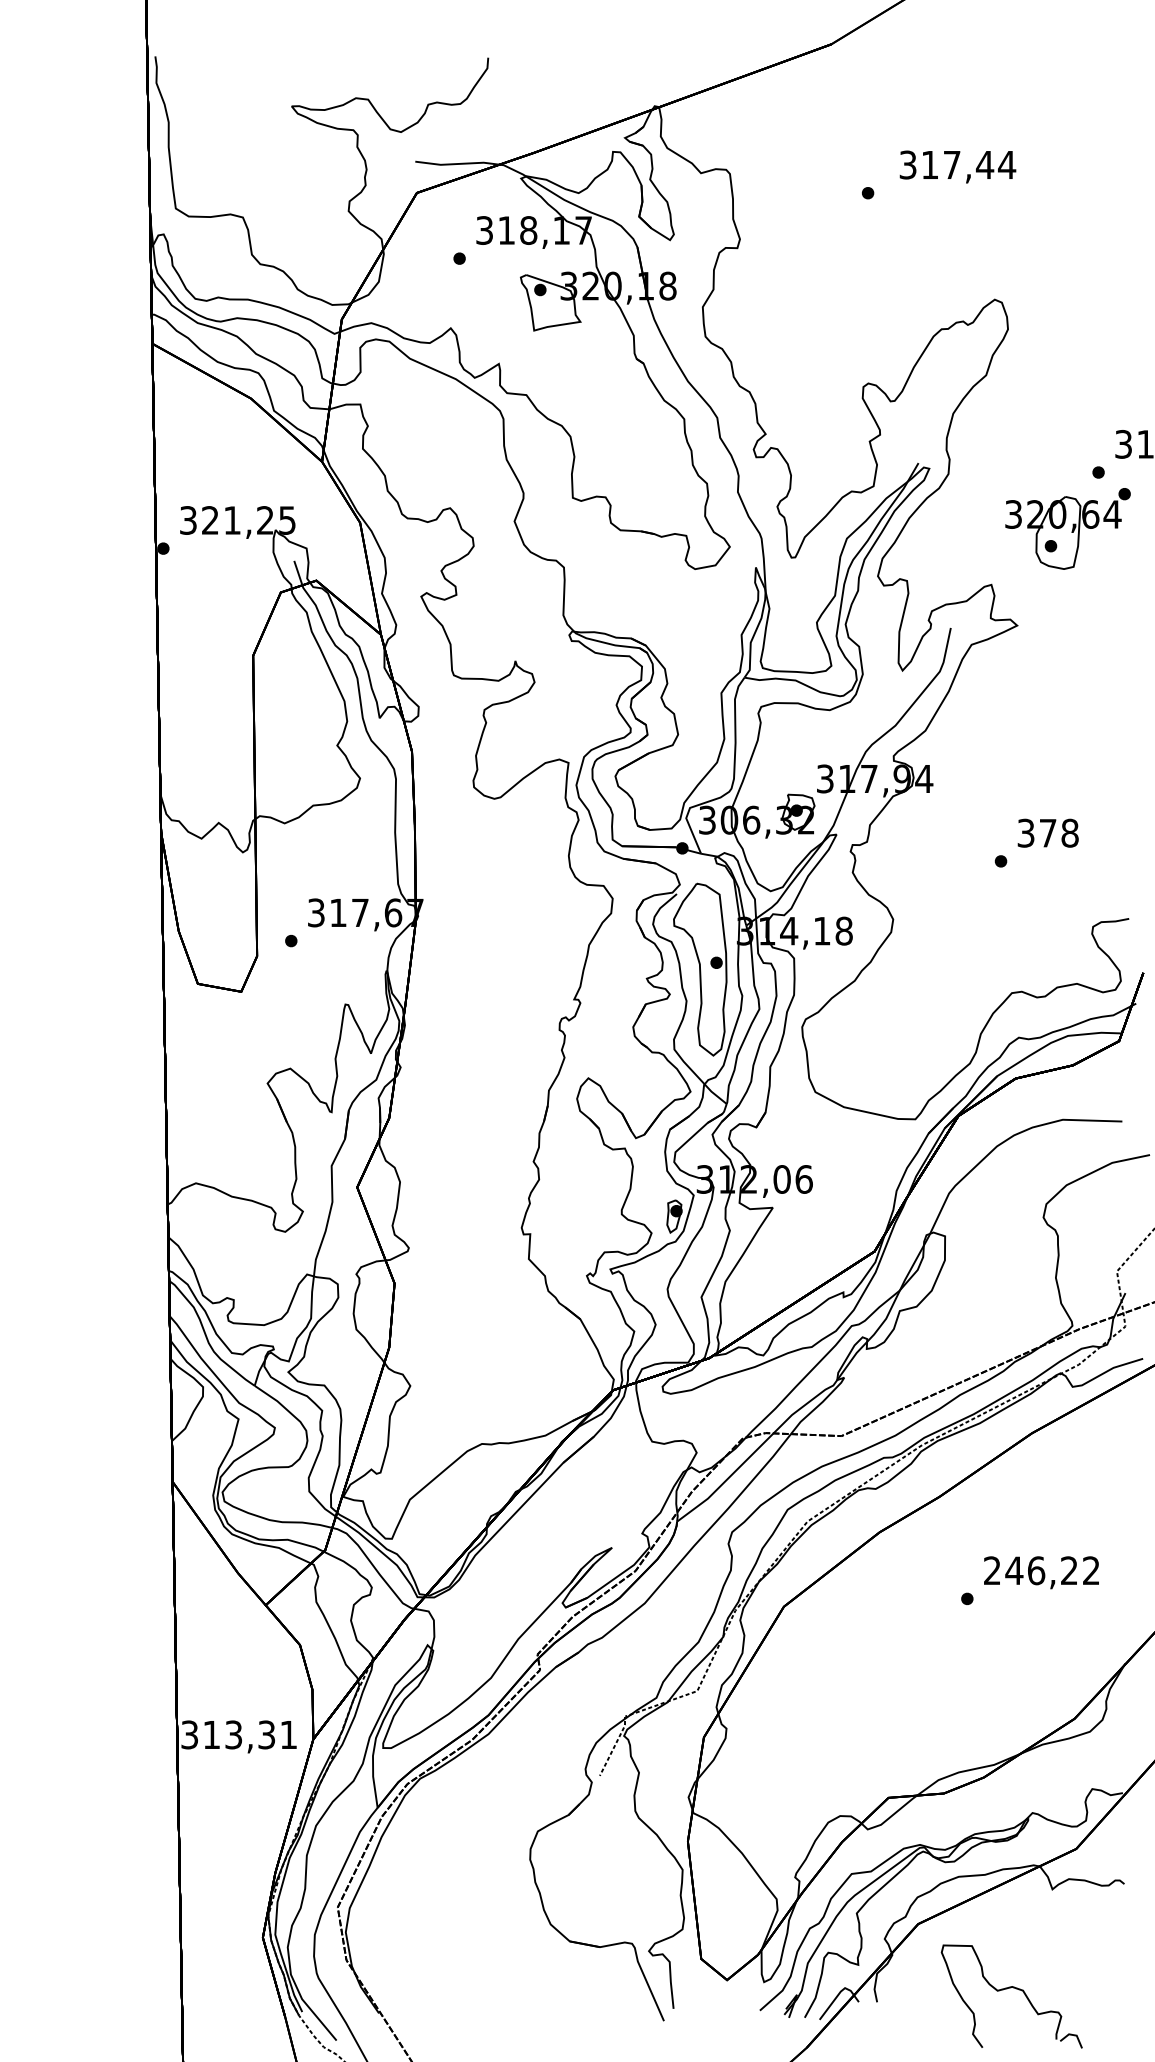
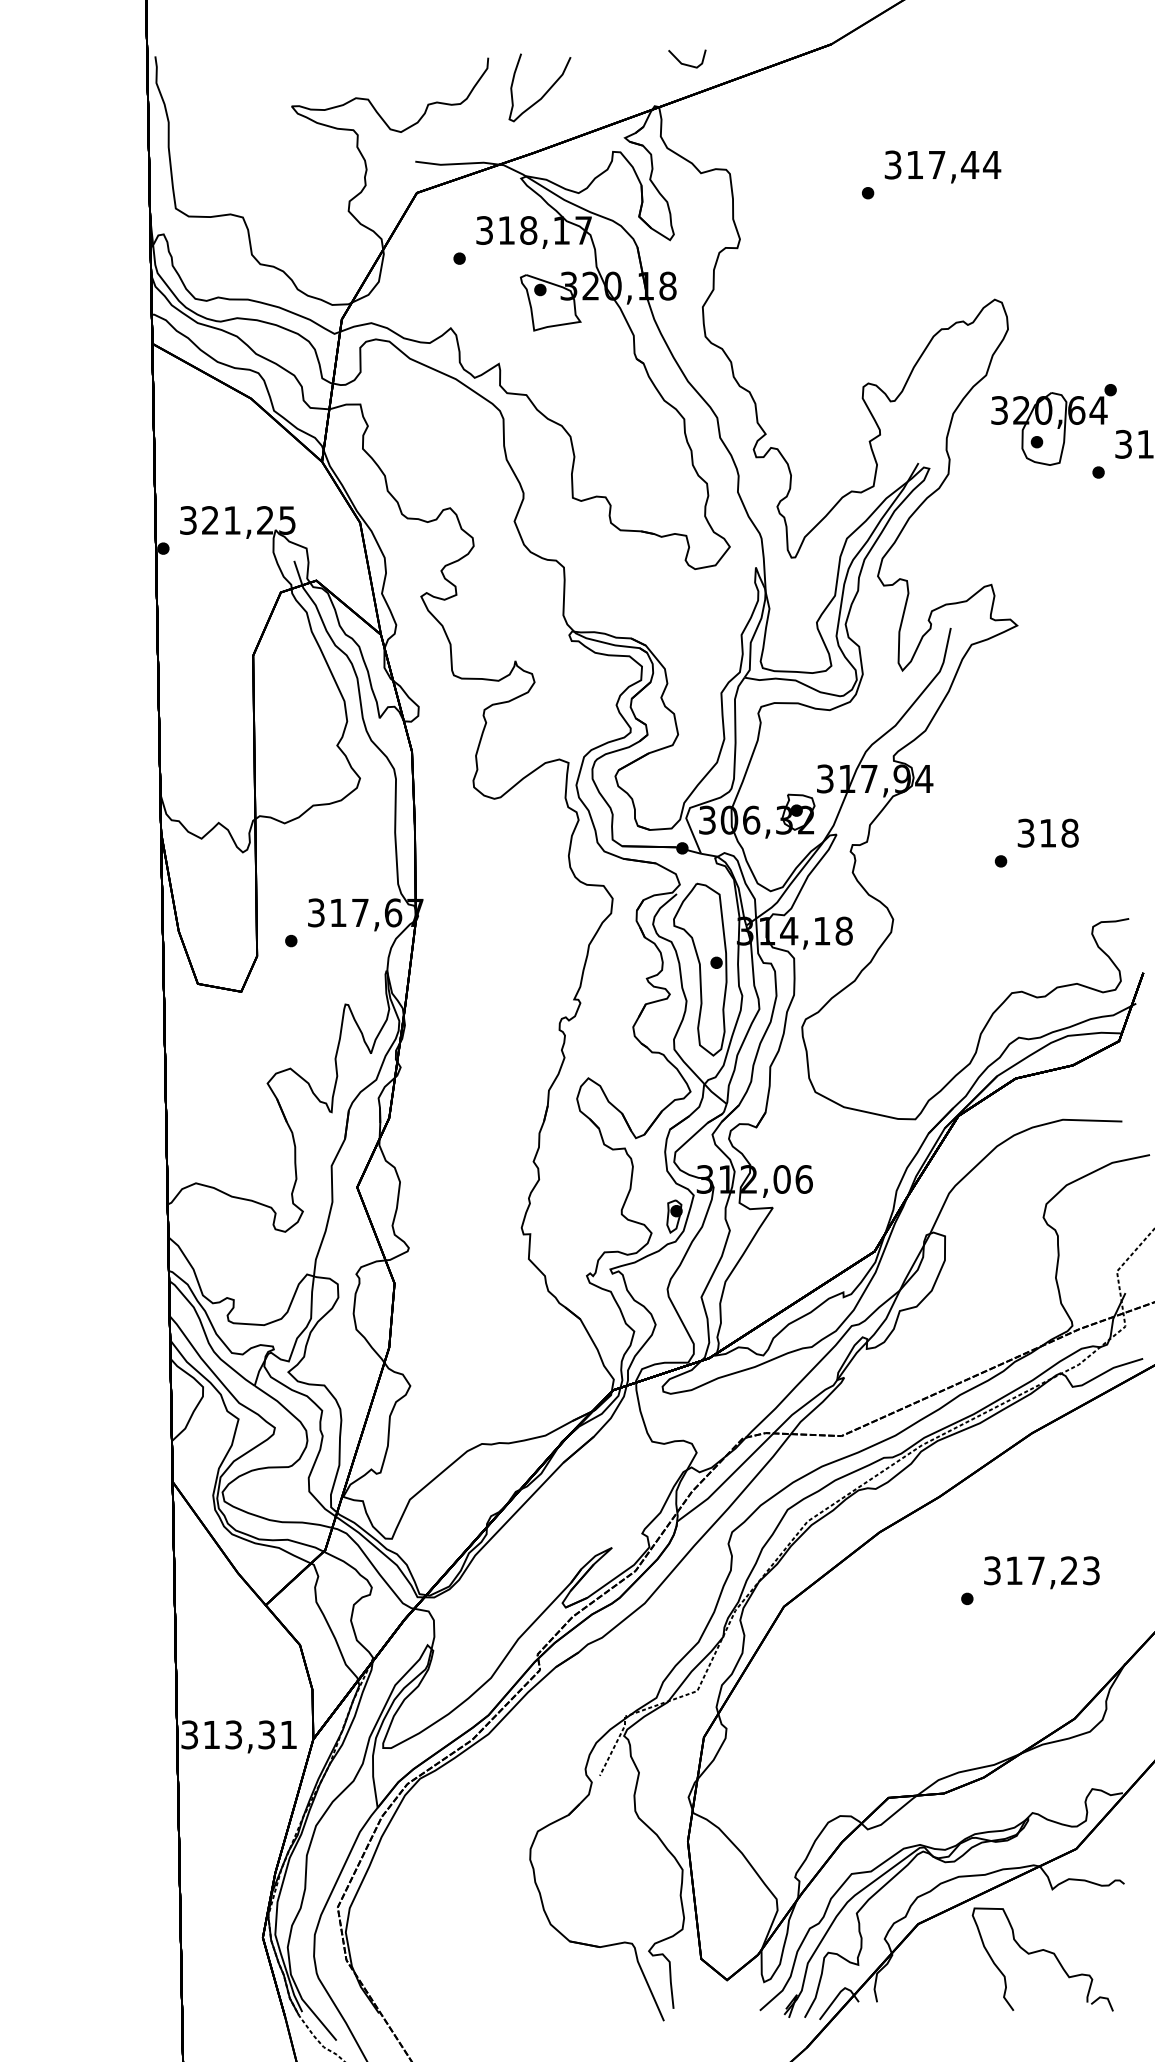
line at (685, 63): none -> present
curve at (545, 92): none -> present
text at (957, 166) position: (957, 166) -> (942, 166)
part at (1067, 528) position: (1067, 528) -> (1053, 424)
text at (1048, 833): 378 -> 318
text at (1041, 1570): 246,22 -> 317,23
part at (1010, 1988) position: (1010, 1988) -> (1041, 1951)
